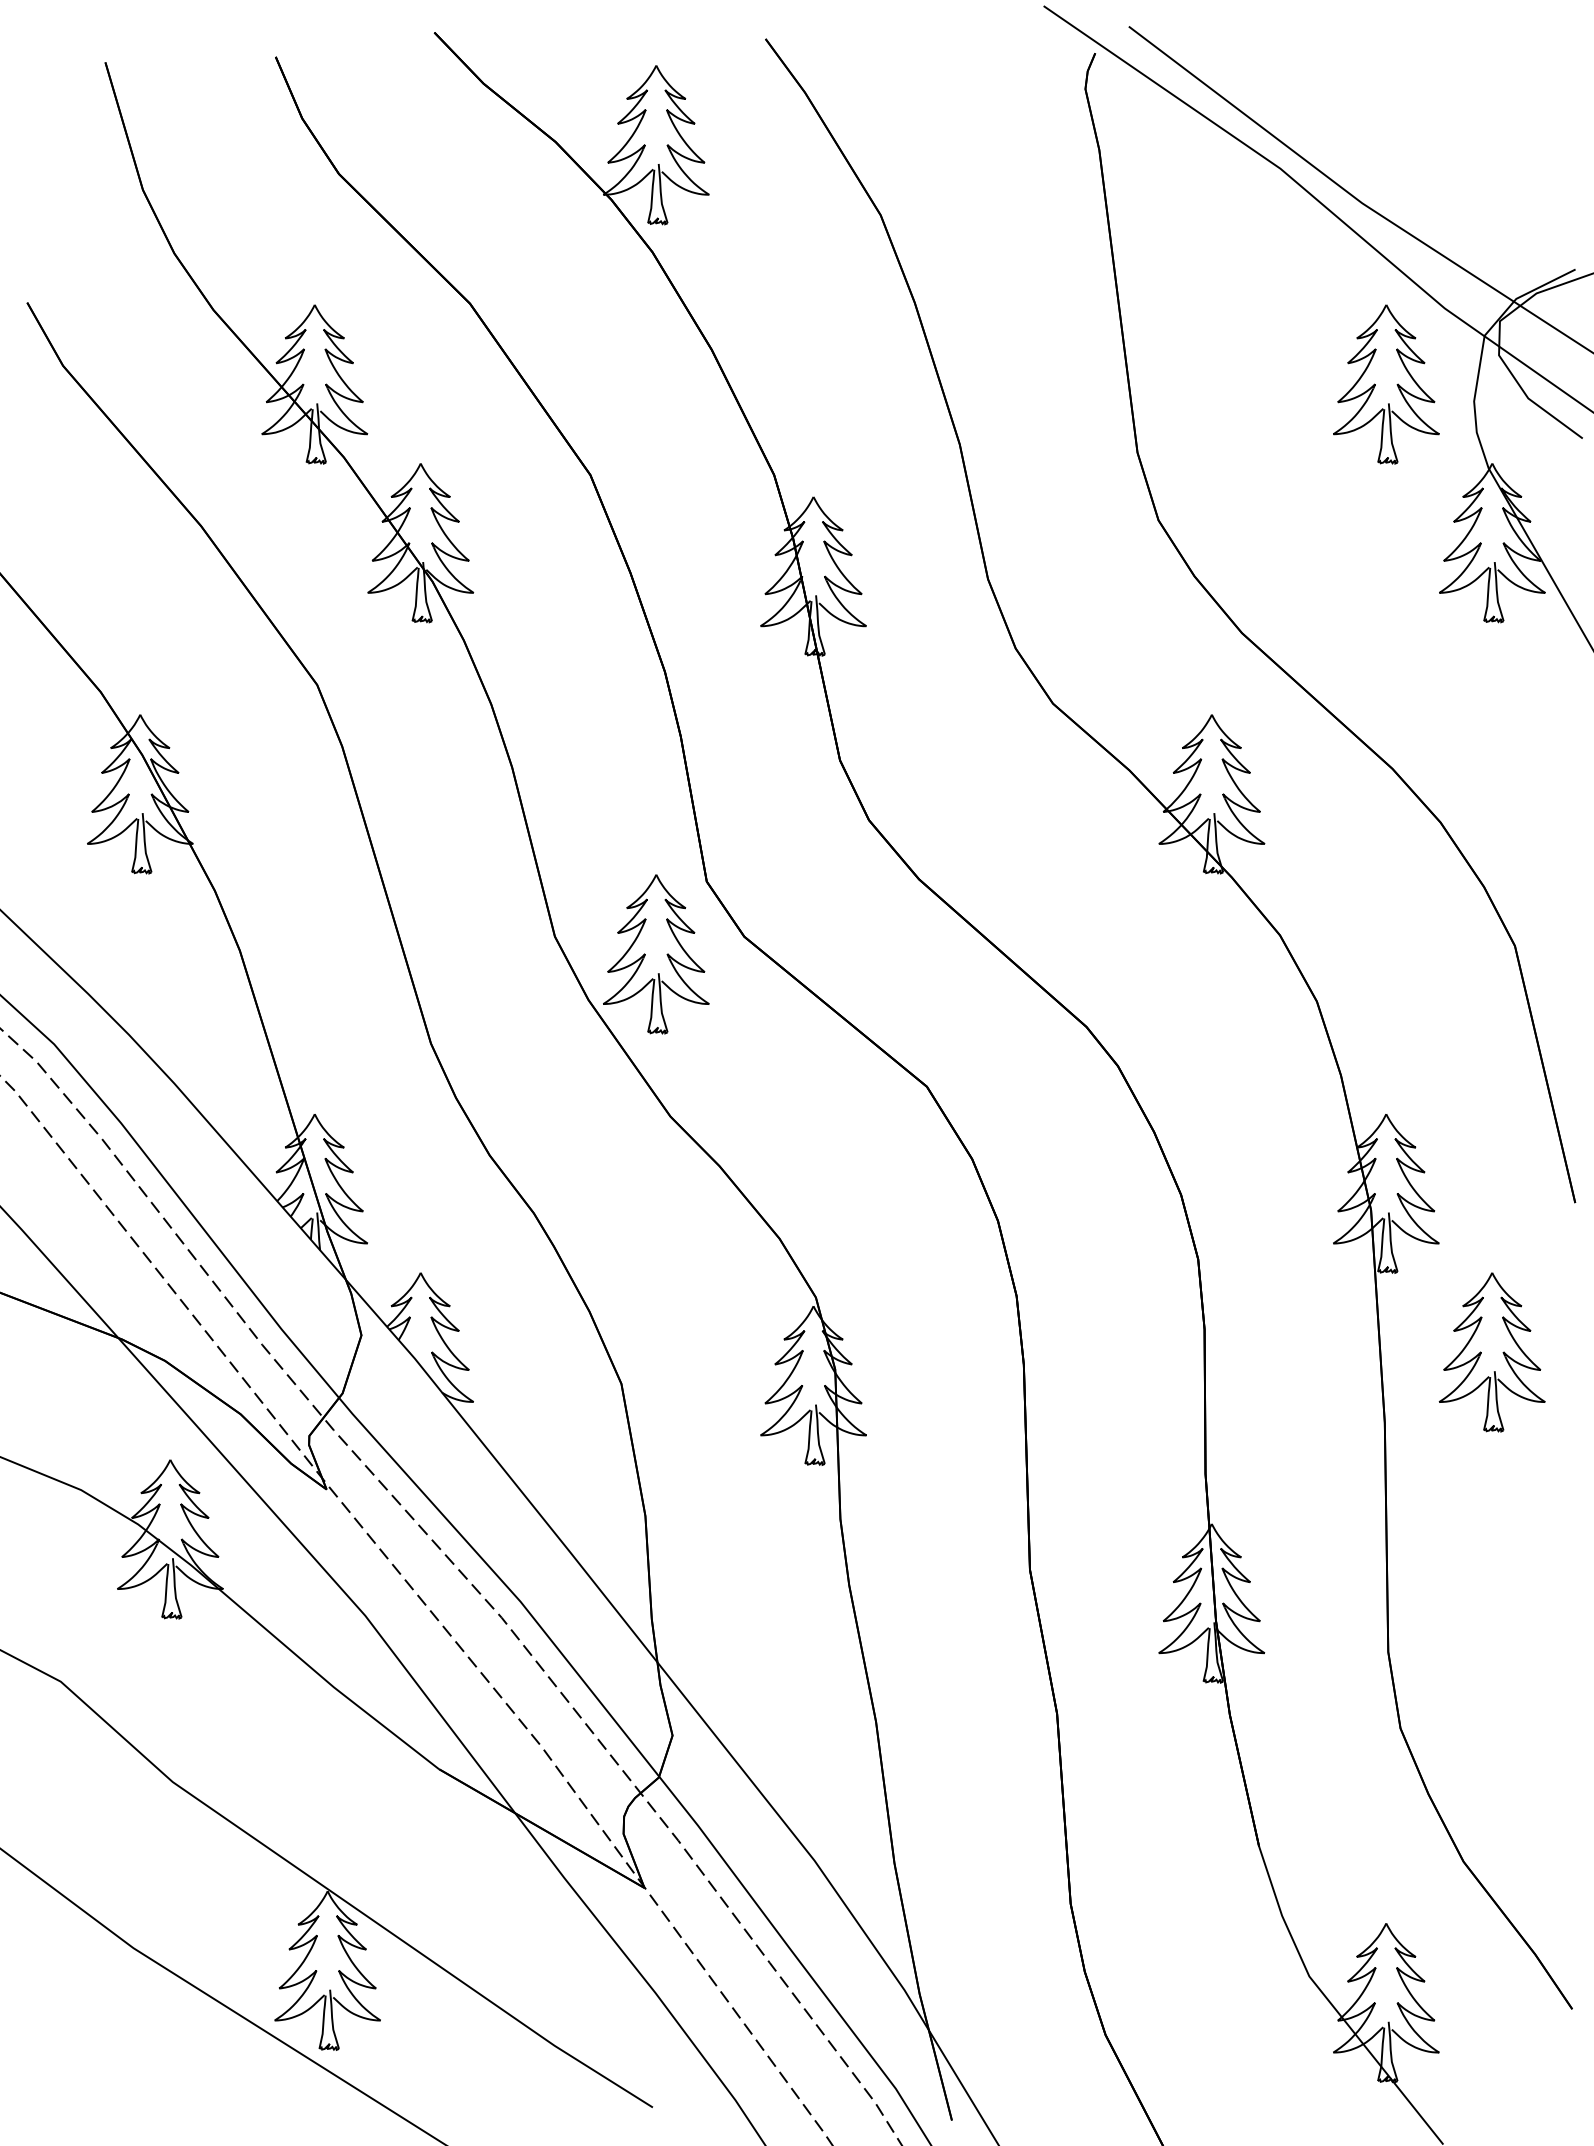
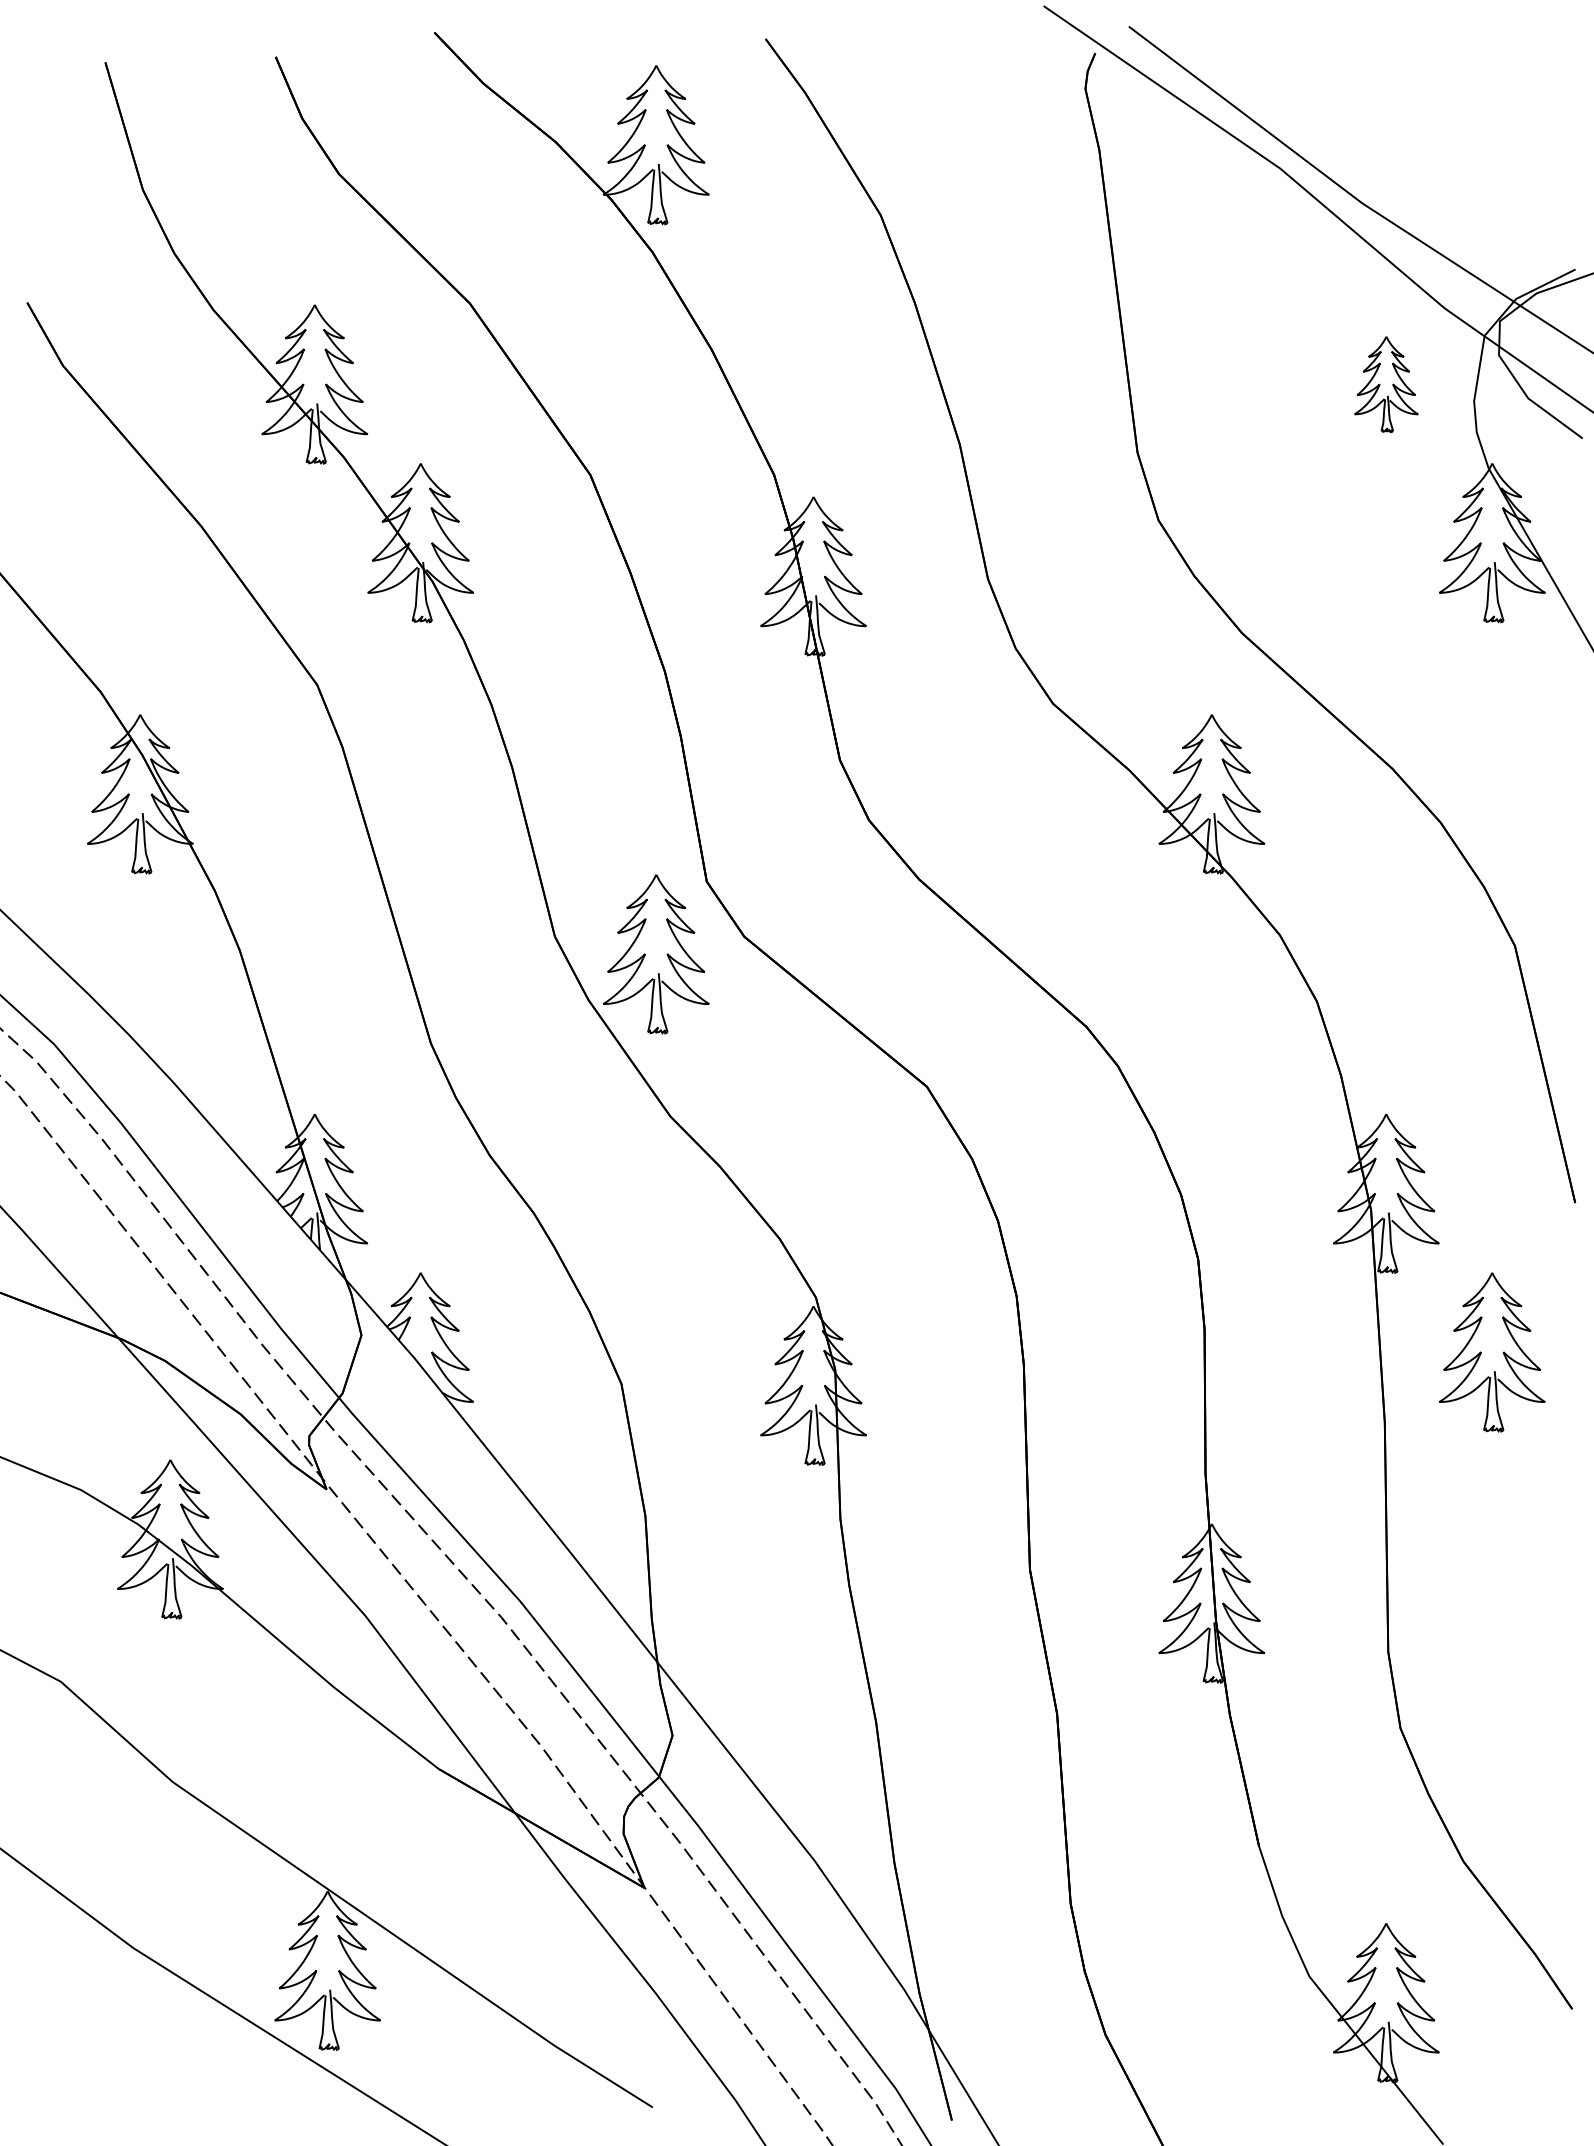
part at (1386, 384) size: 107x161 px -> 65x97 px
